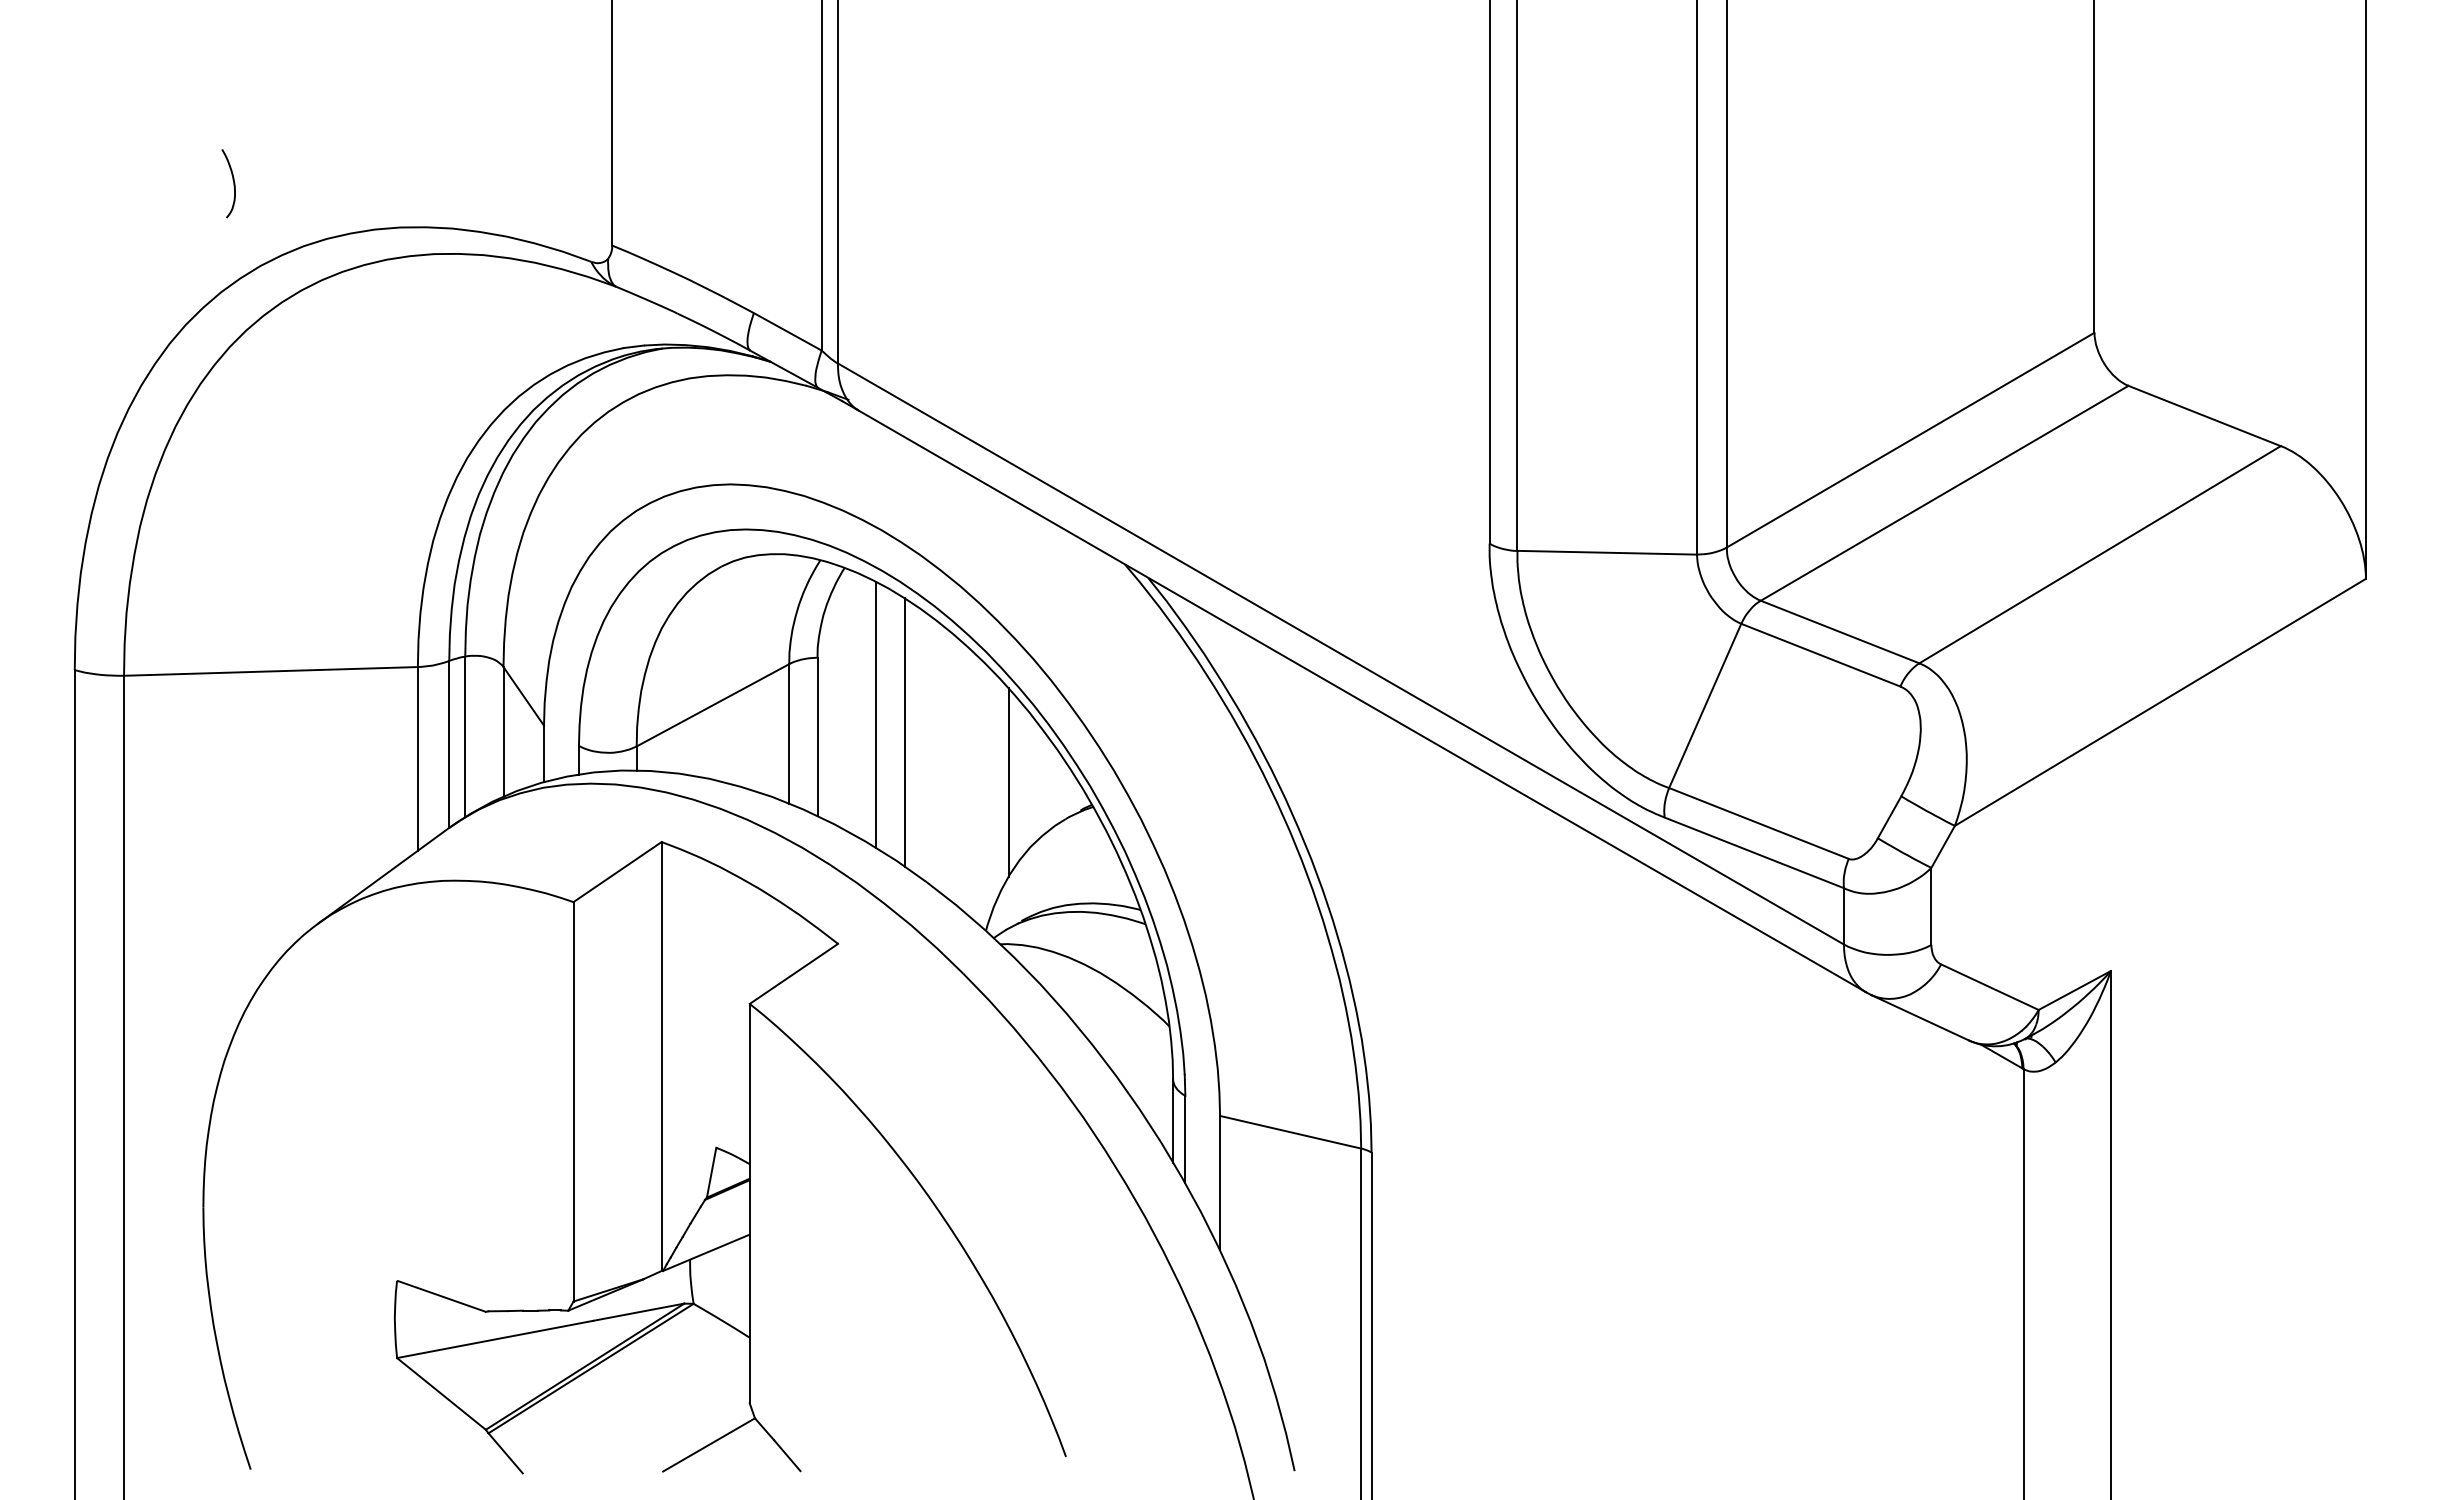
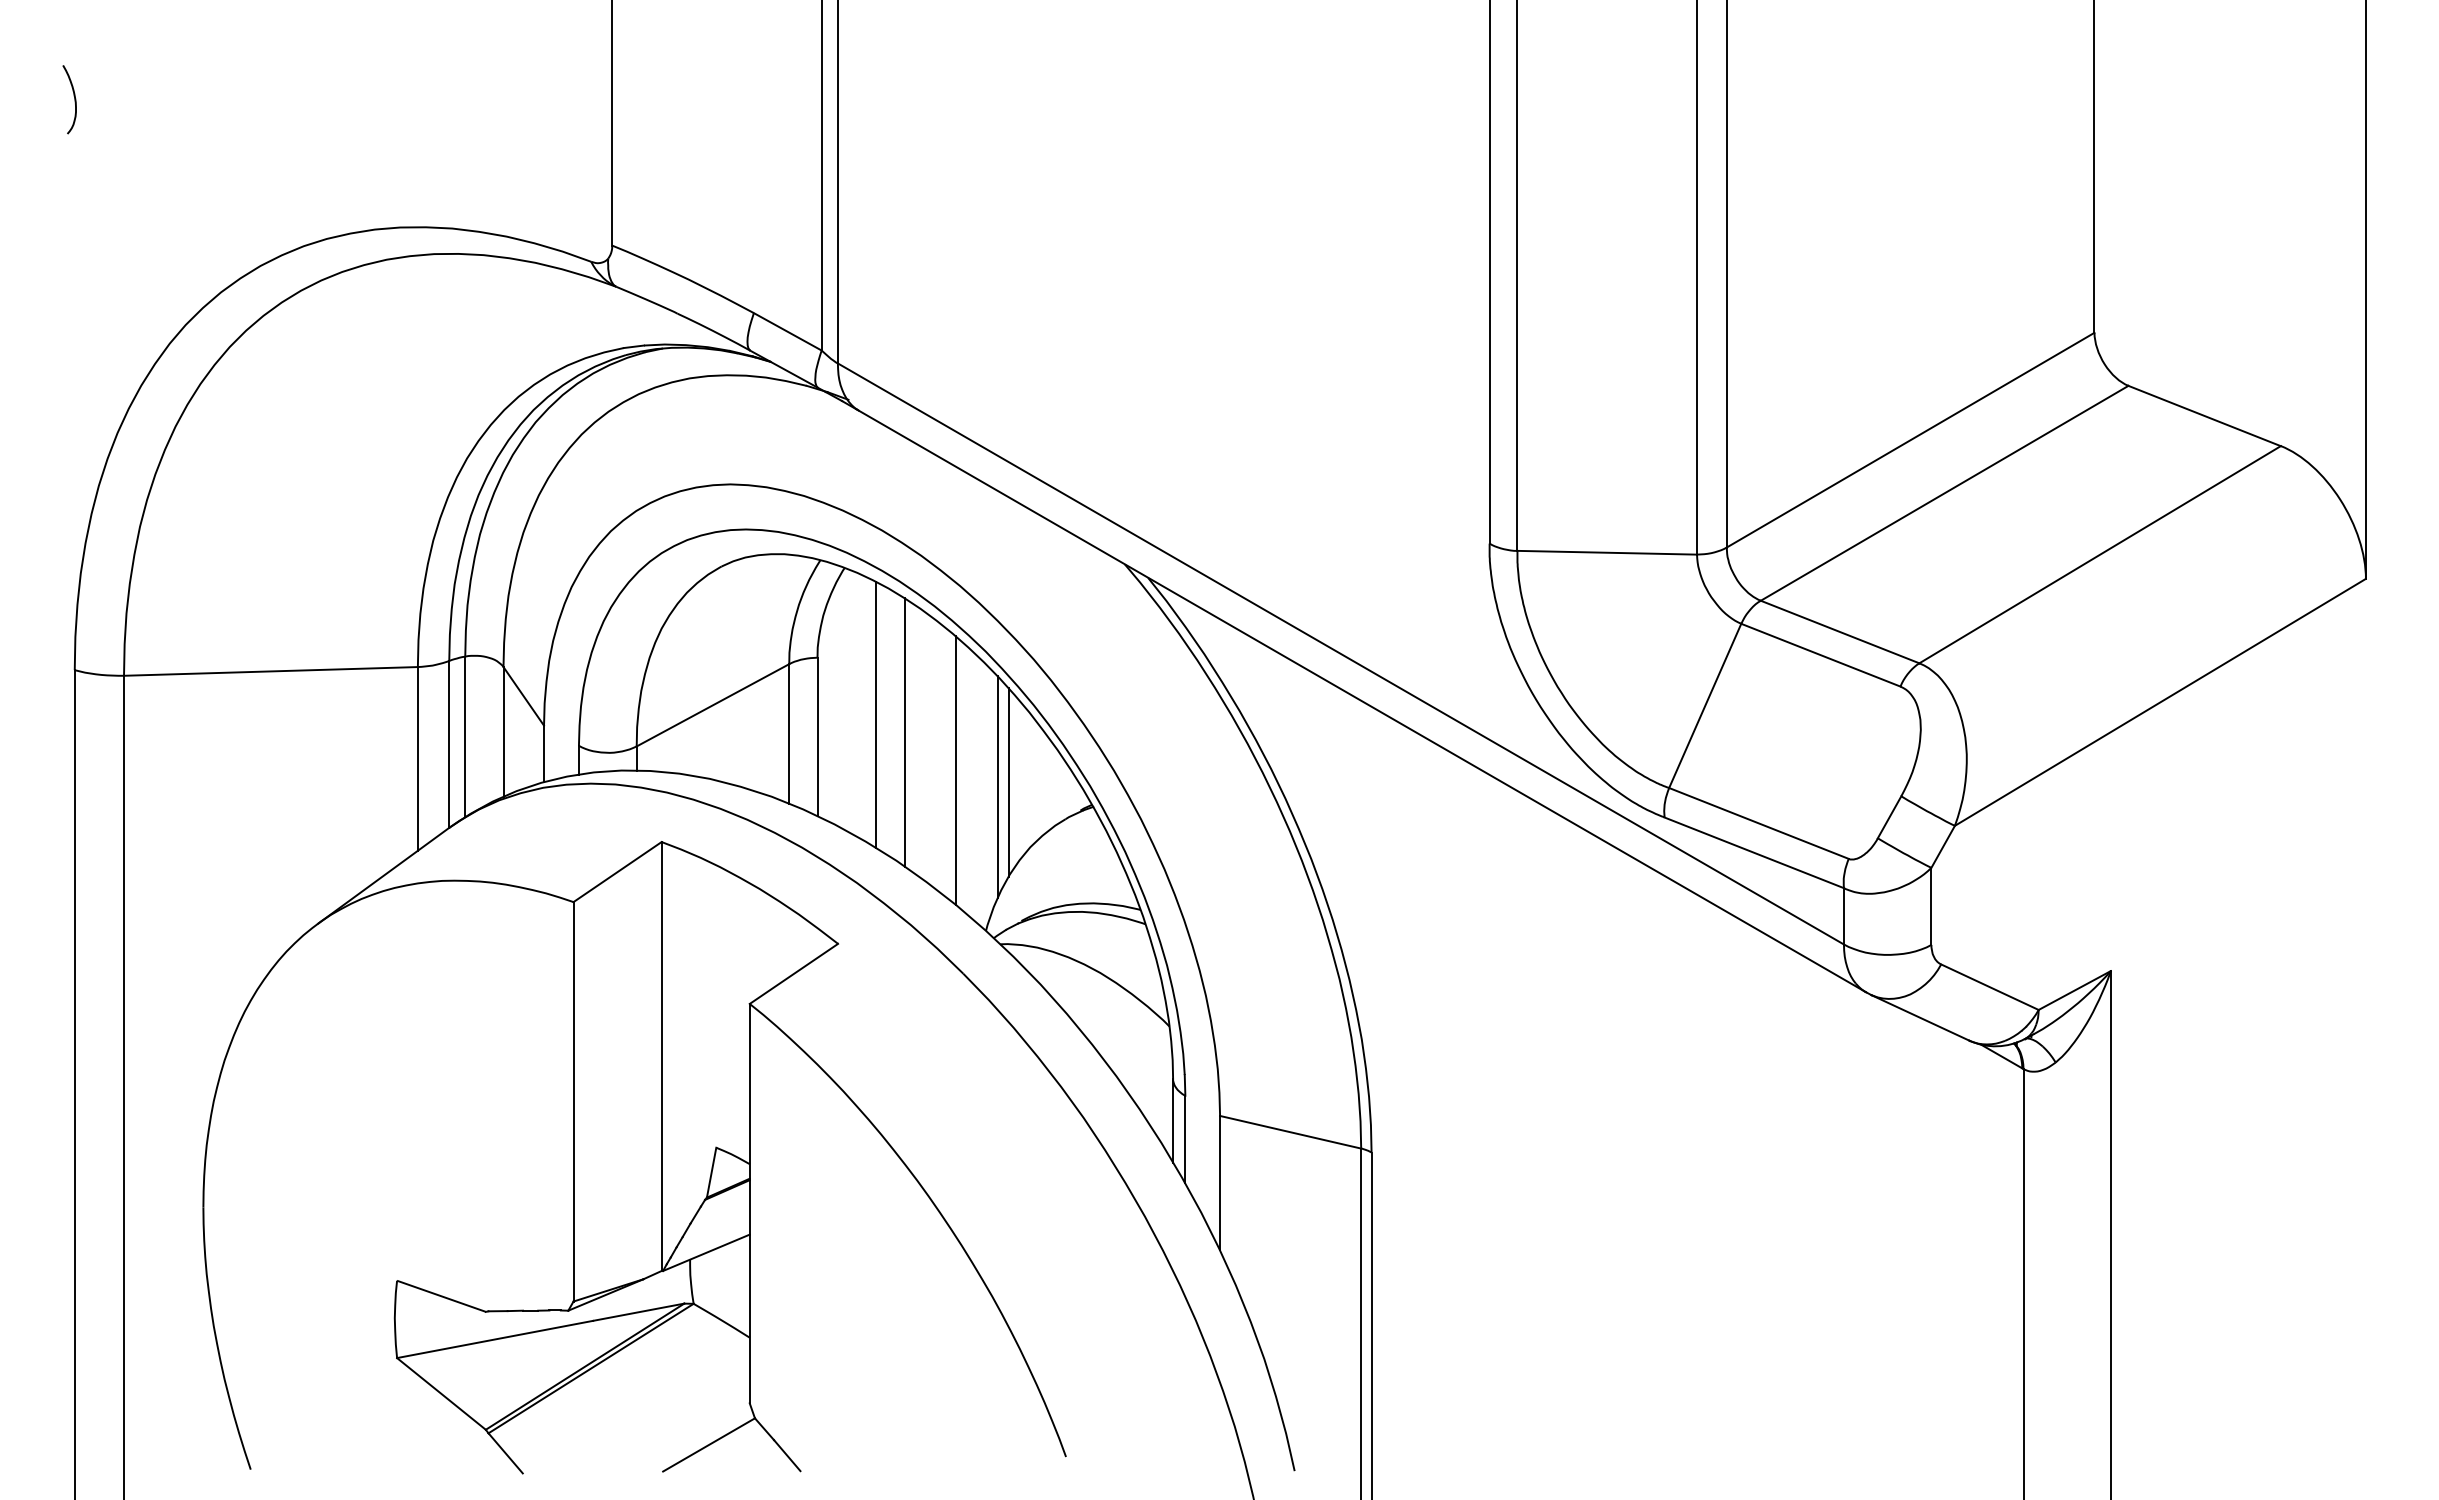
curve at (232, 180) position: (232, 180) -> (73, 96)
line at (955, 770): none -> present
line at (997, 787): none -> present
